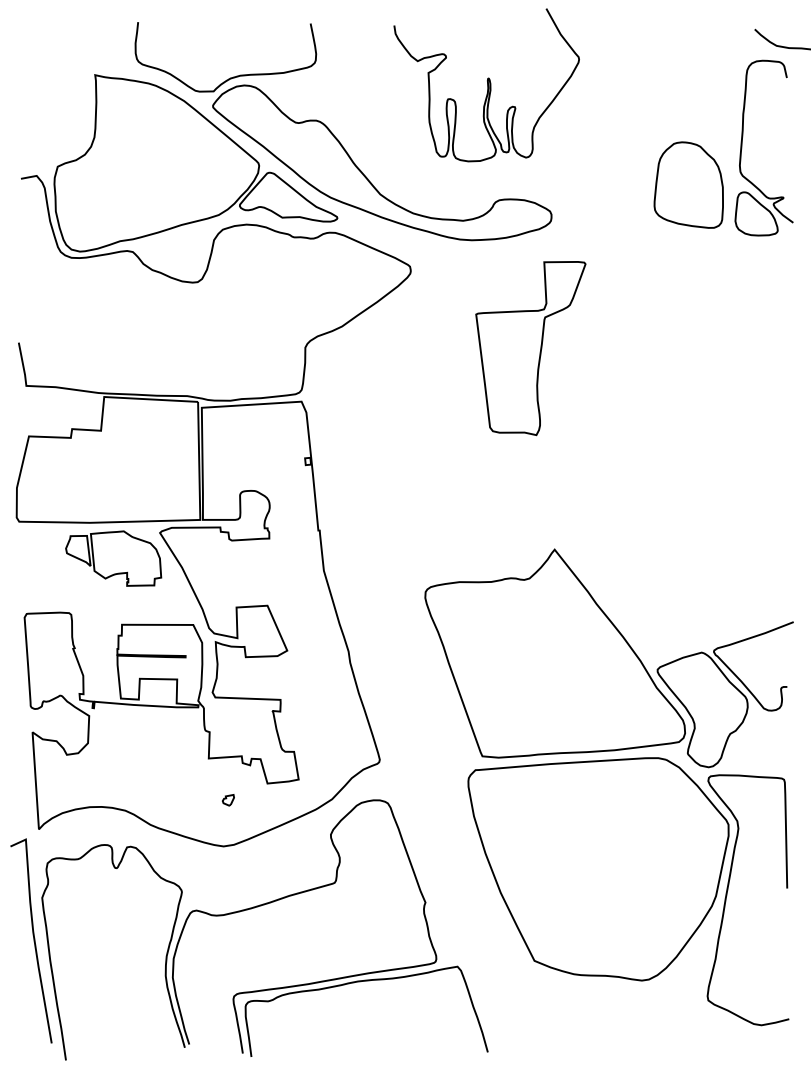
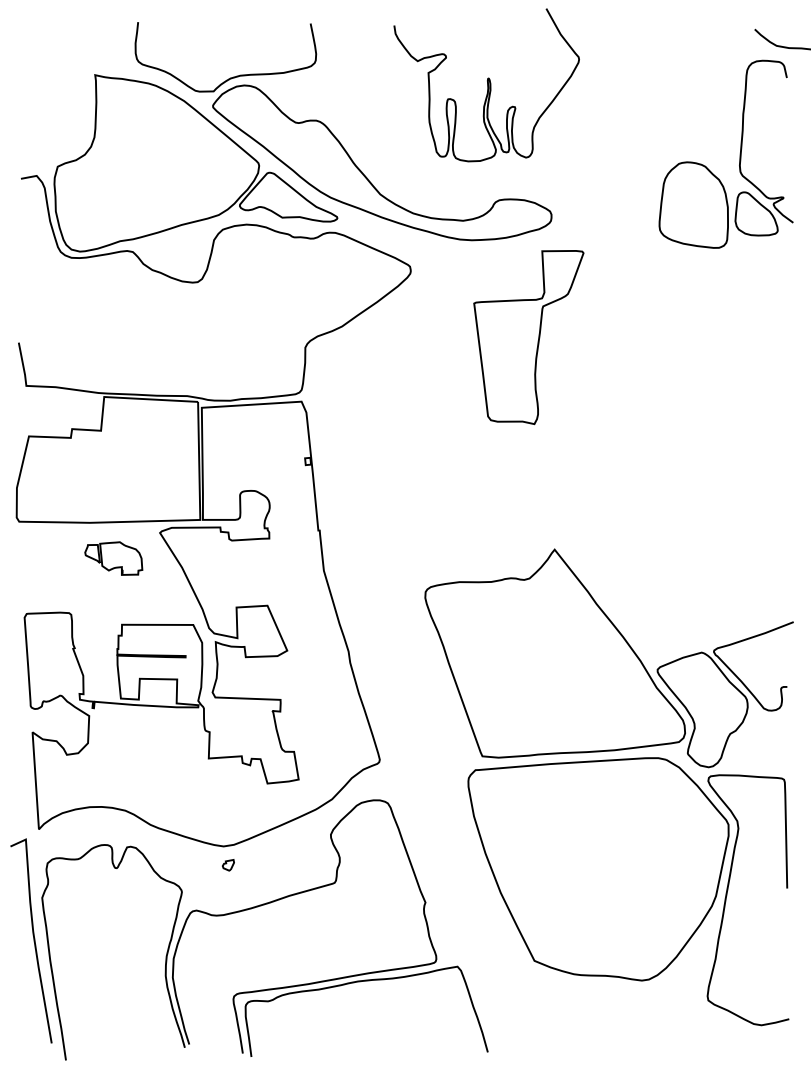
part at (688, 184) position: (688, 184) -> (693, 204)
part at (530, 348) position: (530, 348) -> (528, 337)
part at (113, 558) size: 98x57 px -> 60x35 px
part at (227, 800) position: (227, 800) -> (227, 865)
